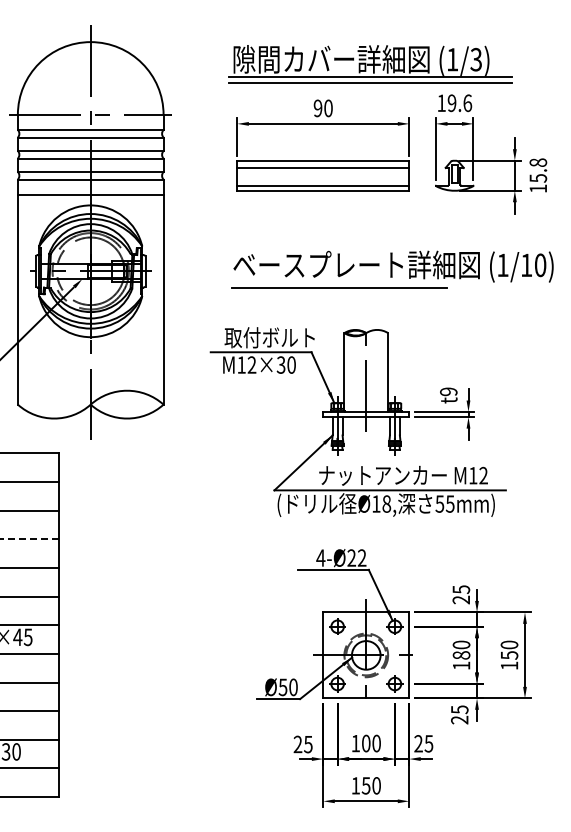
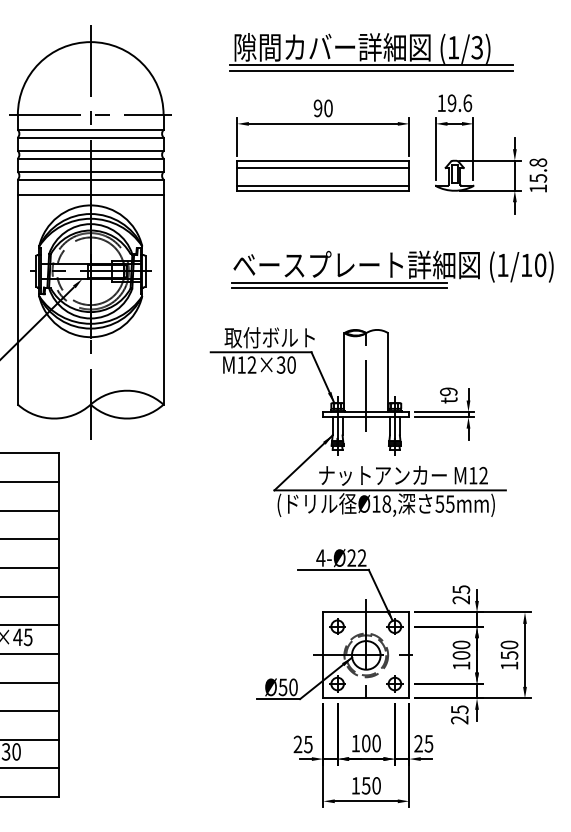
part at (370, 64) position: (370, 64) -> (371, 52)
line at (338, 282): none -> present
line at (29, 539): dashed -> solid
text at (461, 655): 180 -> 100
